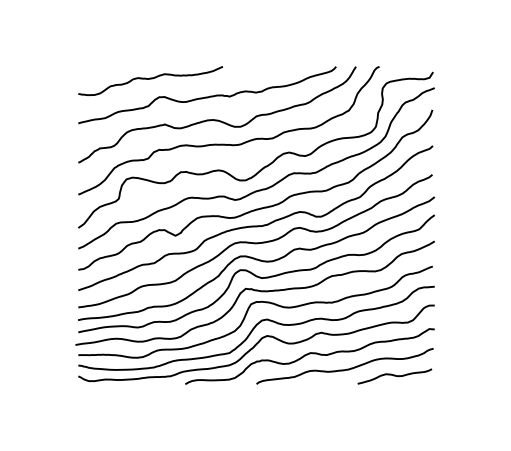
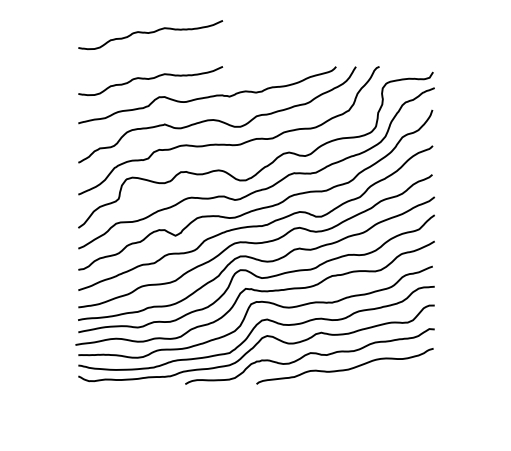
curve at (150, 33): none -> present
curve at (394, 376): present -> none
